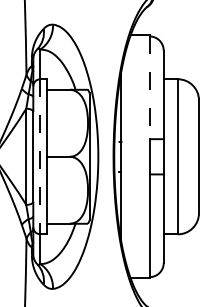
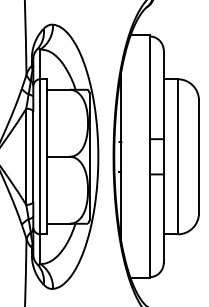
line at (149, 88): dashed -> solid
line at (40, 156): dashed -> solid
